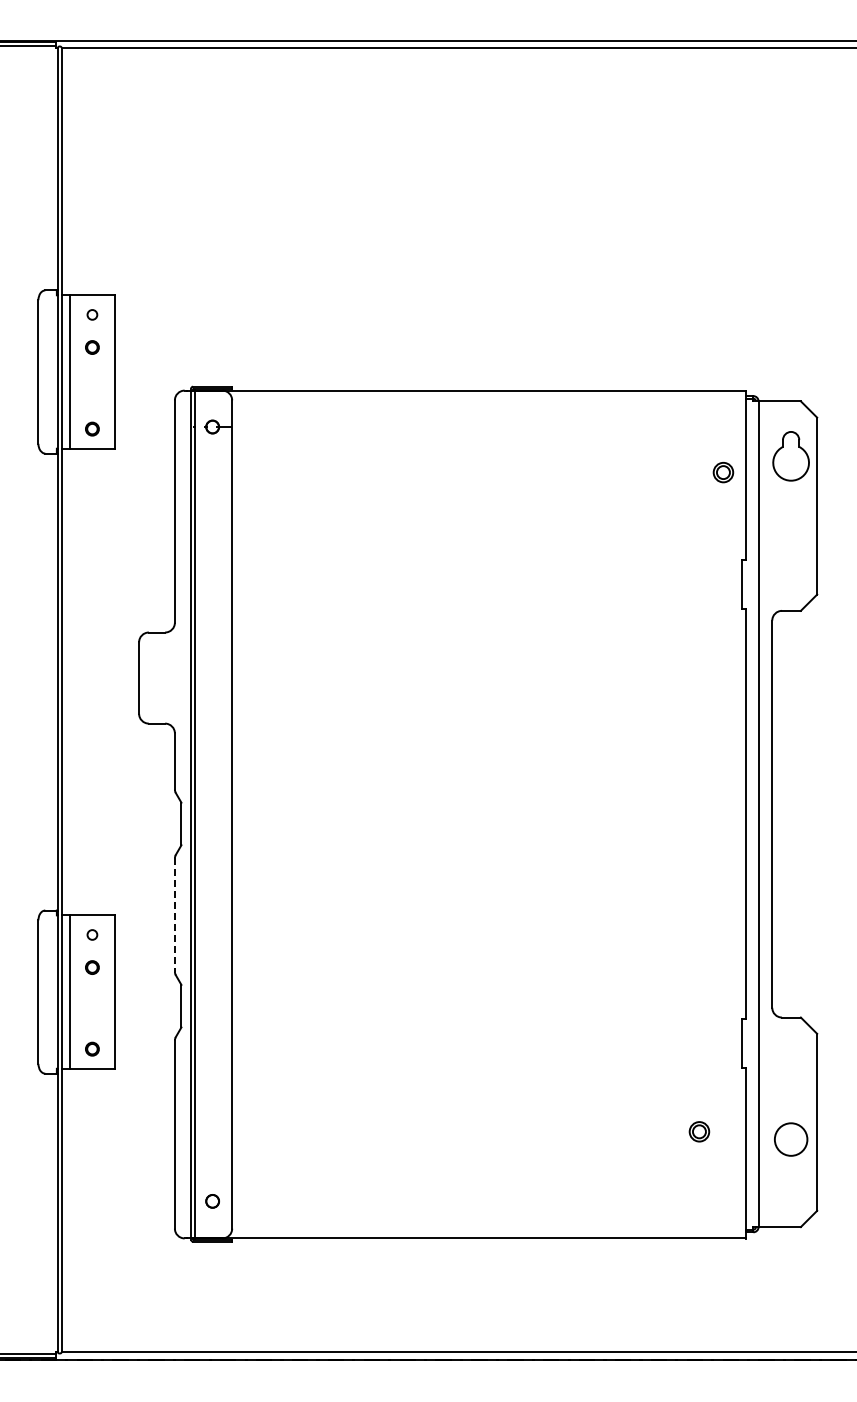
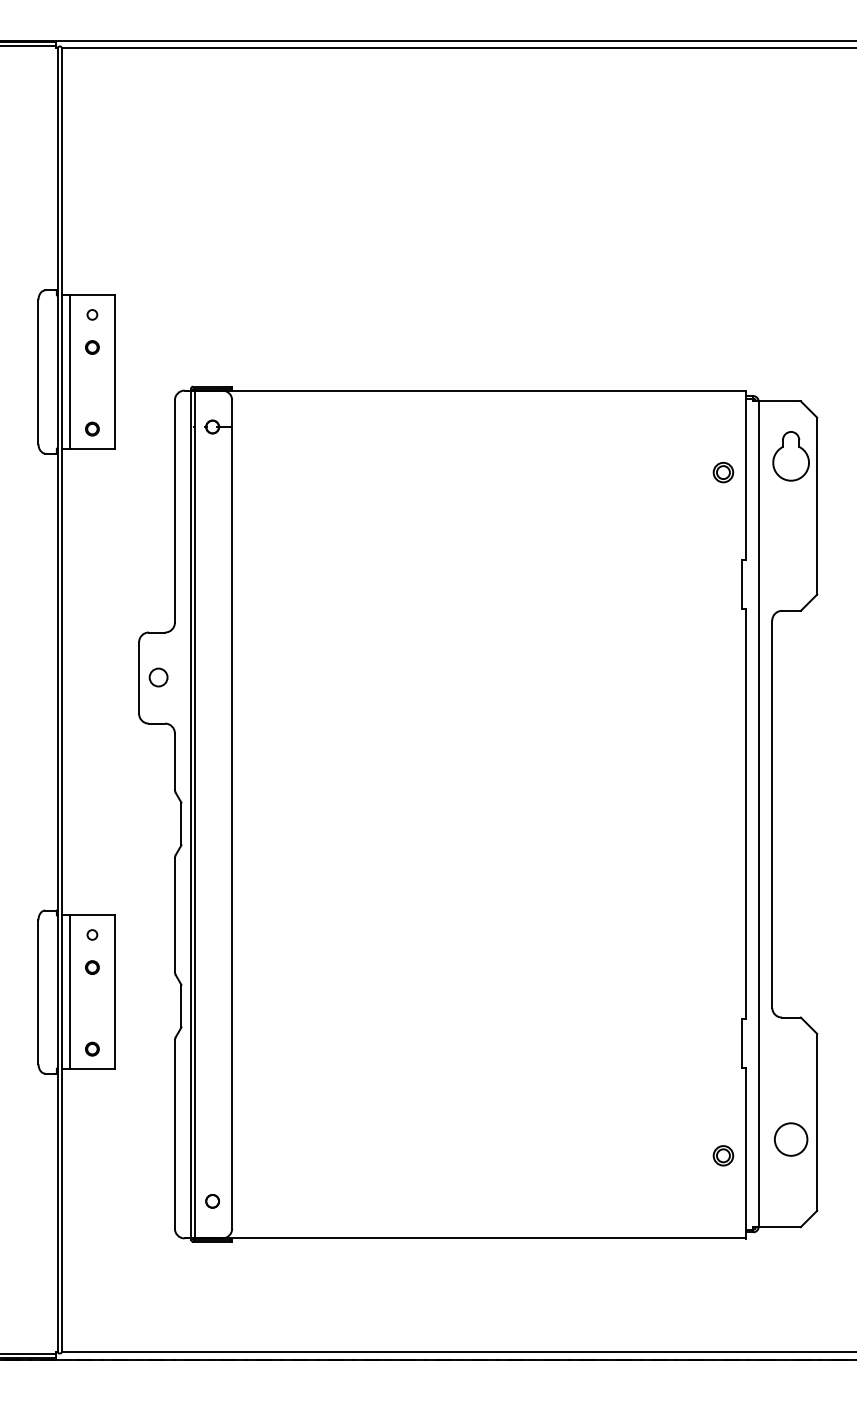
circle at (158, 677): none -> present
line at (174, 915): dashed -> solid
part at (699, 1131) position: (699, 1131) -> (723, 1155)
